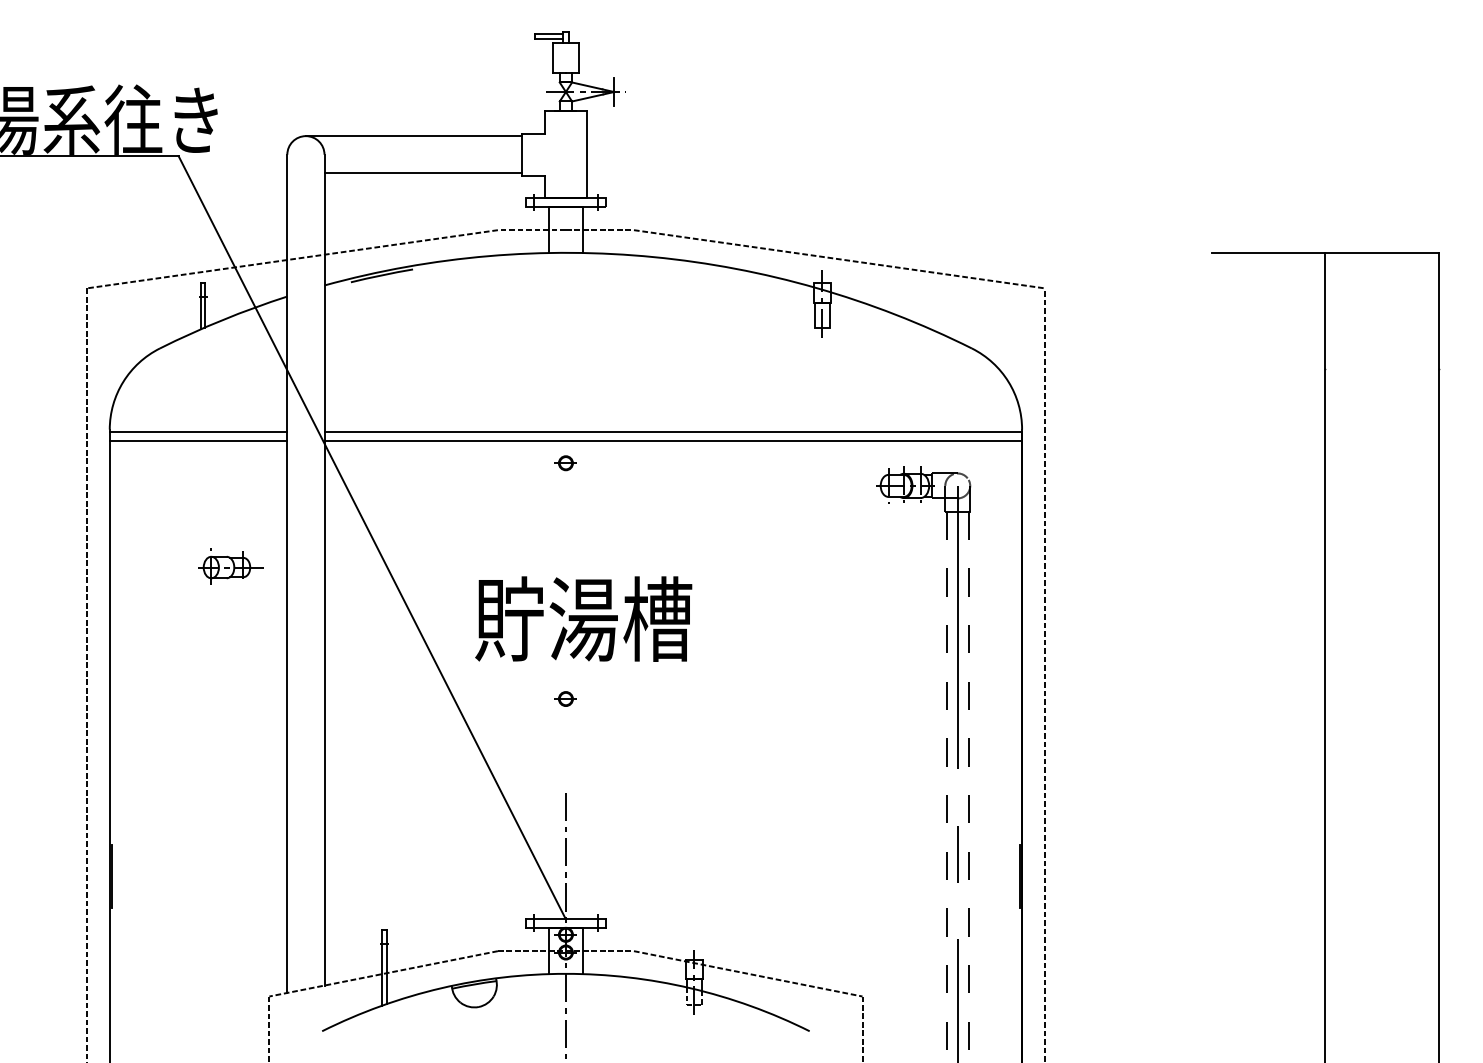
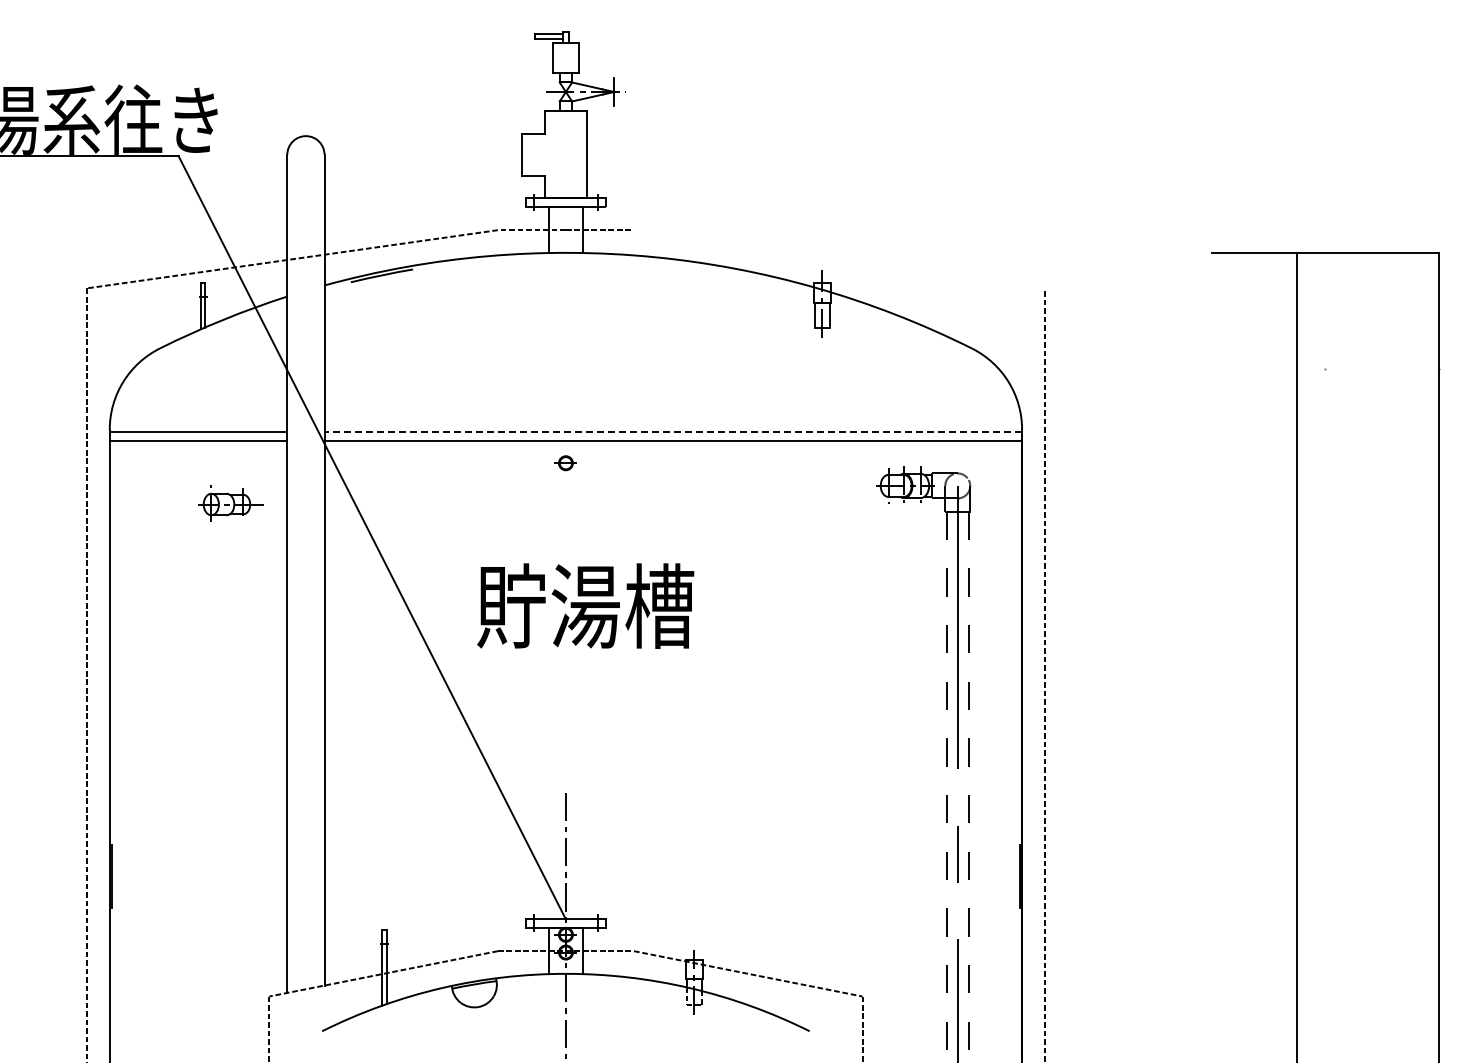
line at (413, 136): present -> none
line at (423, 173): present -> none
line at (838, 259): present -> none
line at (673, 431): solid -> dashed
part at (230, 566) position: (230, 566) -> (230, 503)
text at (583, 618) position: (583, 618) -> (585, 605)
line at (1325, 655) position: (1325, 655) -> (1297, 655)
part at (565, 698): present -> none
